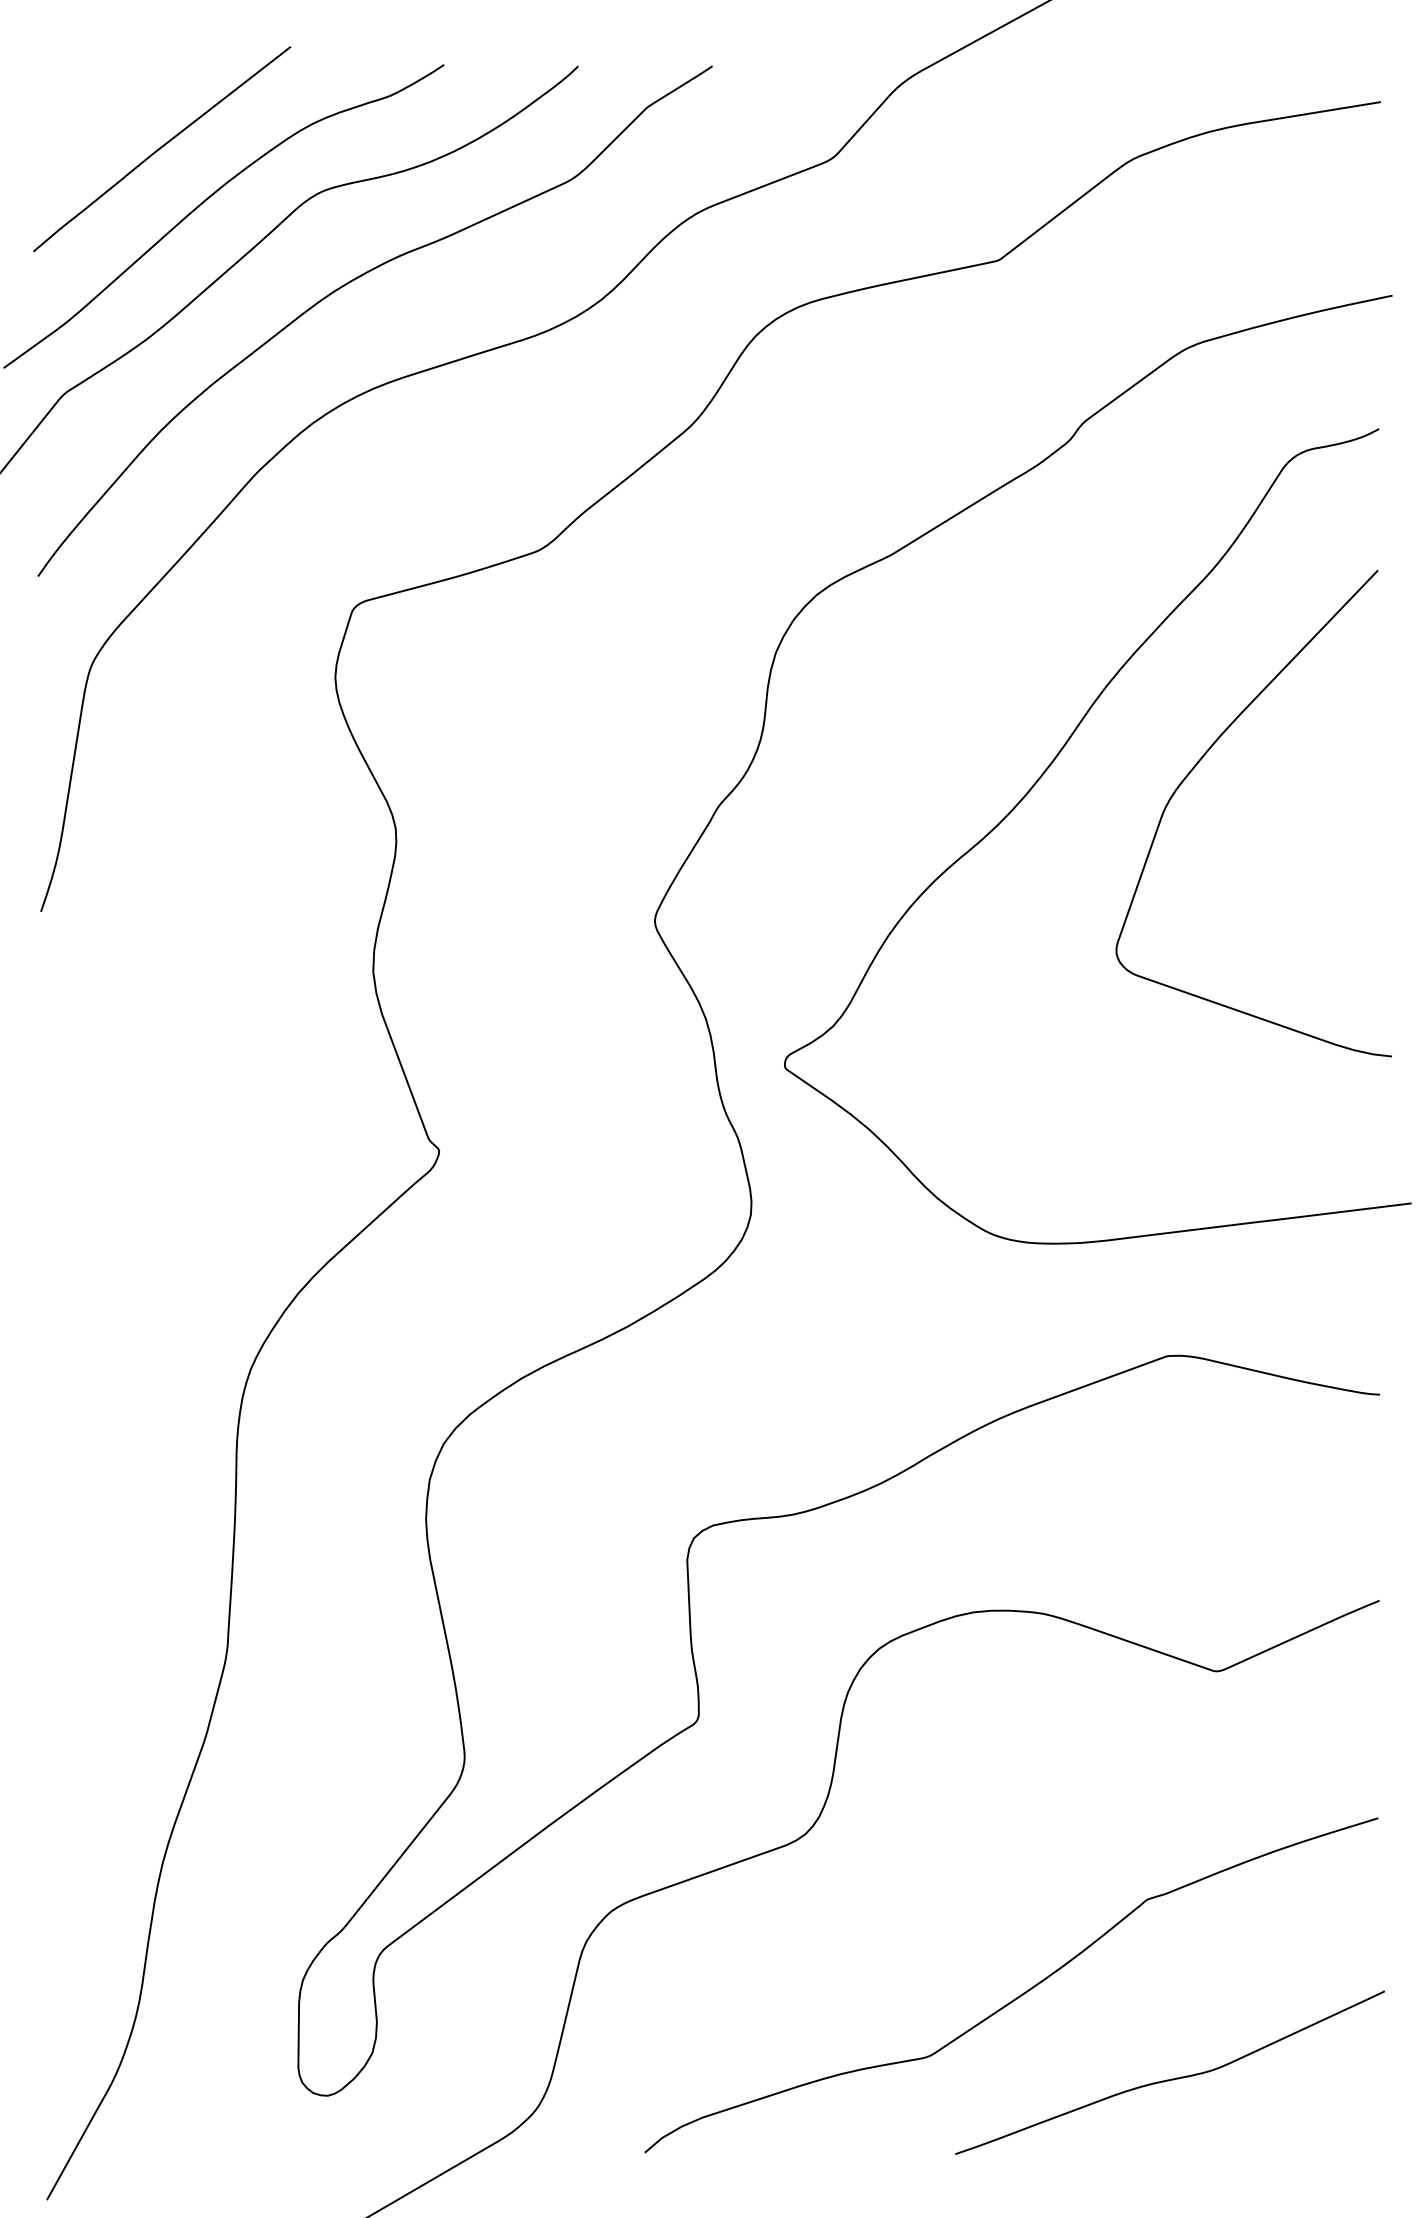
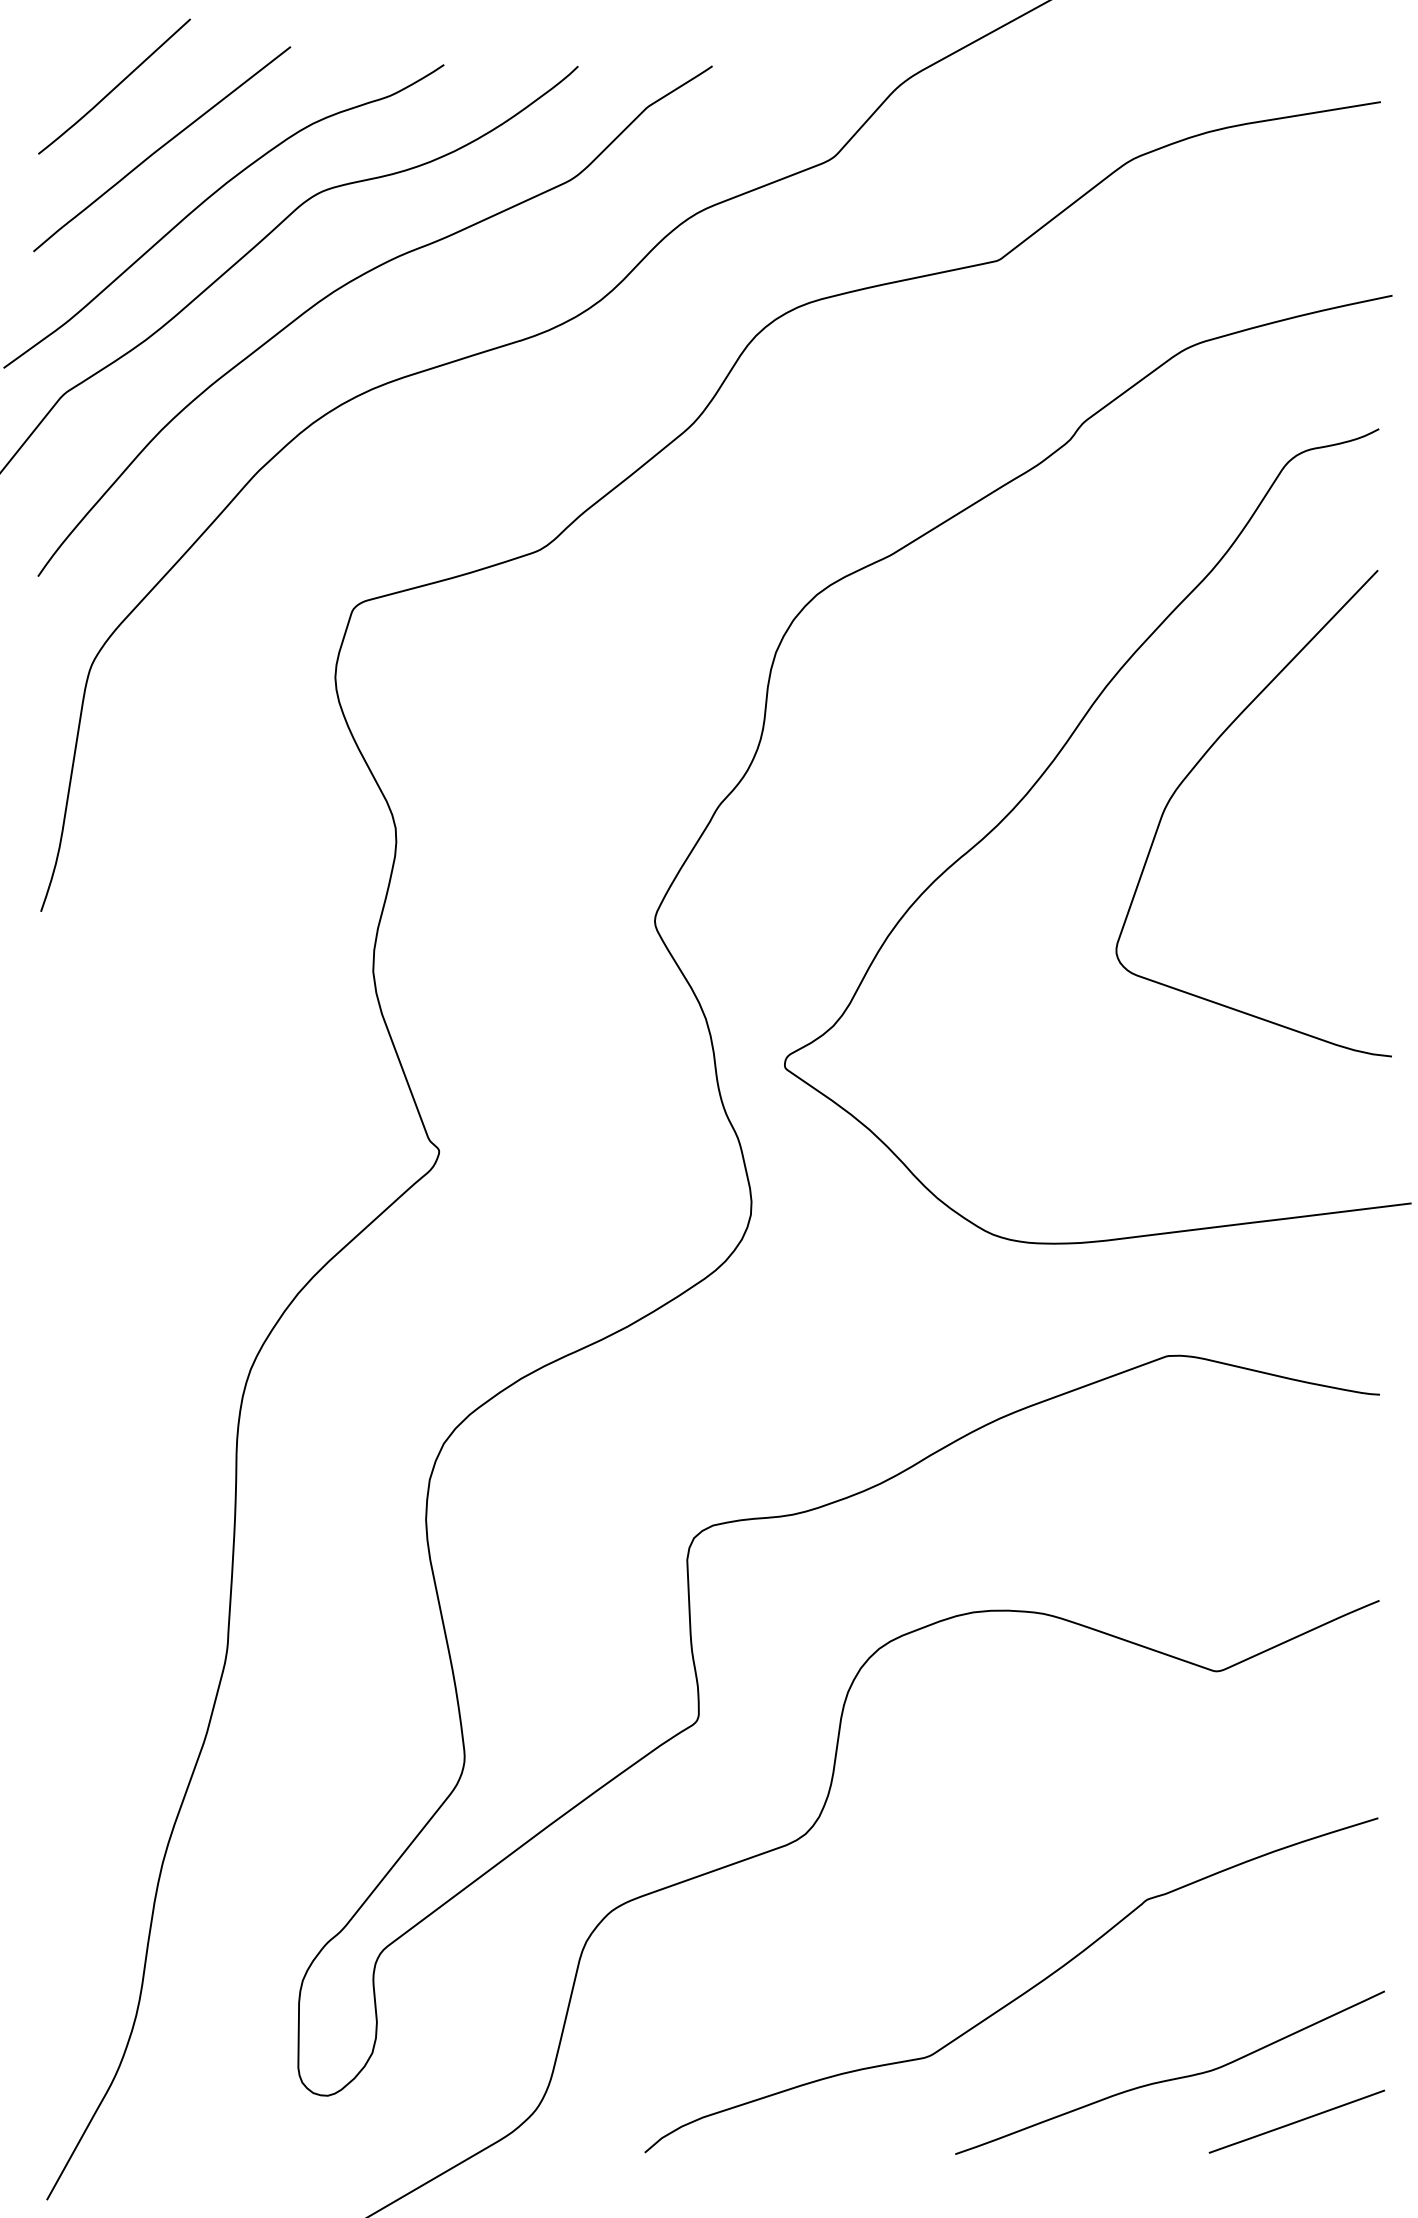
curve at (115, 86): none -> present
line at (1296, 2121): none -> present
